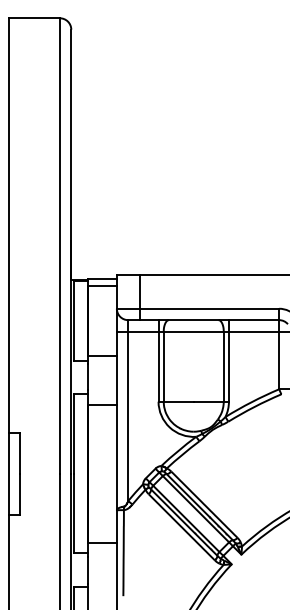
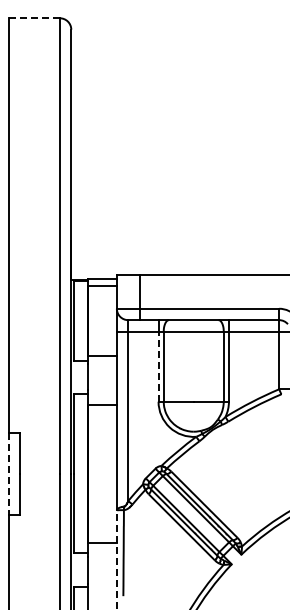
line at (34, 18): solid -> dashed
line at (158, 366): solid -> dashed
line at (8, 474): solid -> dashed
line at (116, 559): solid -> dashed
